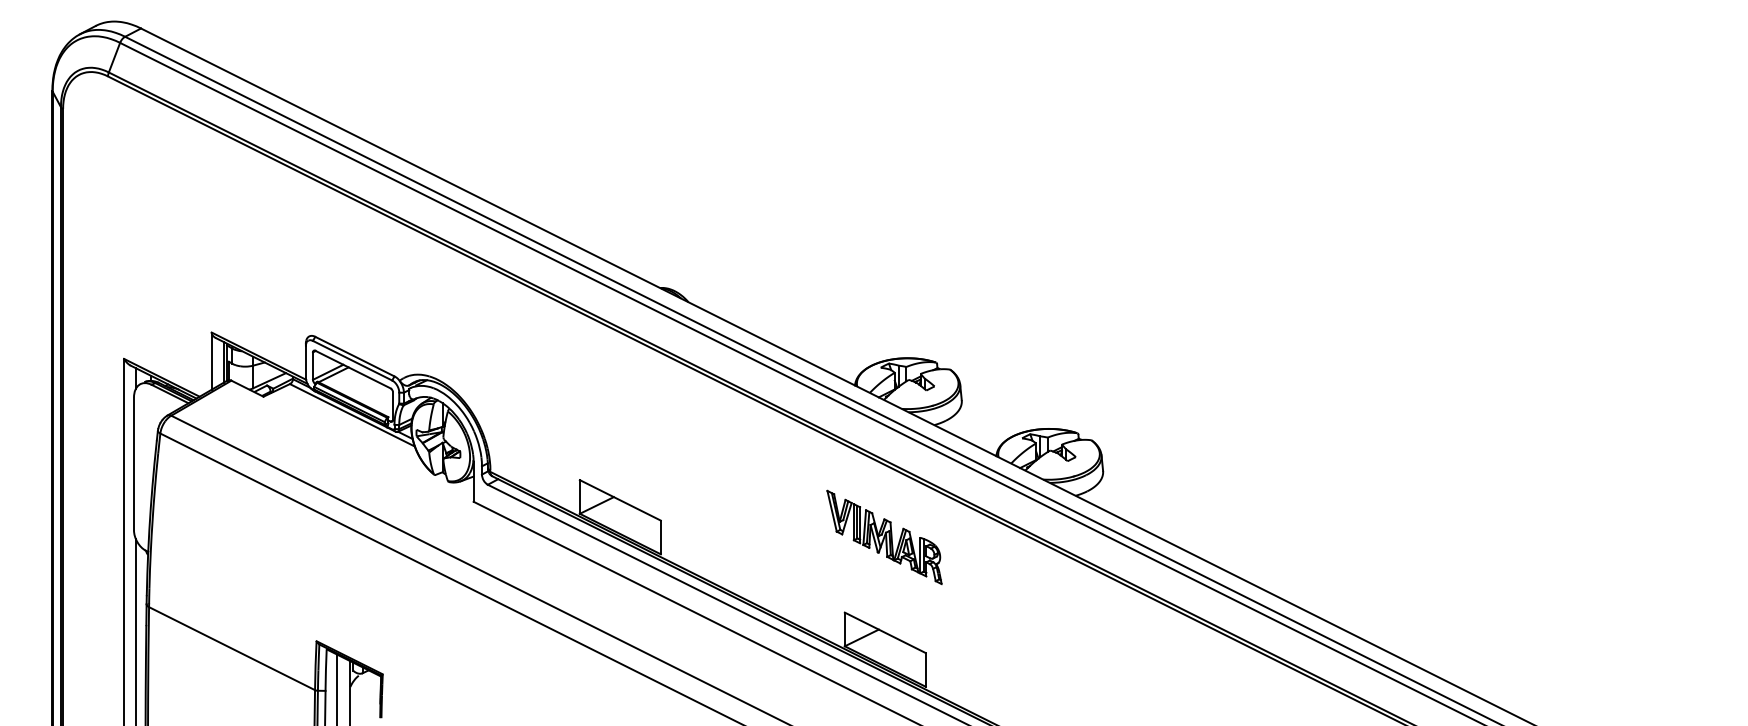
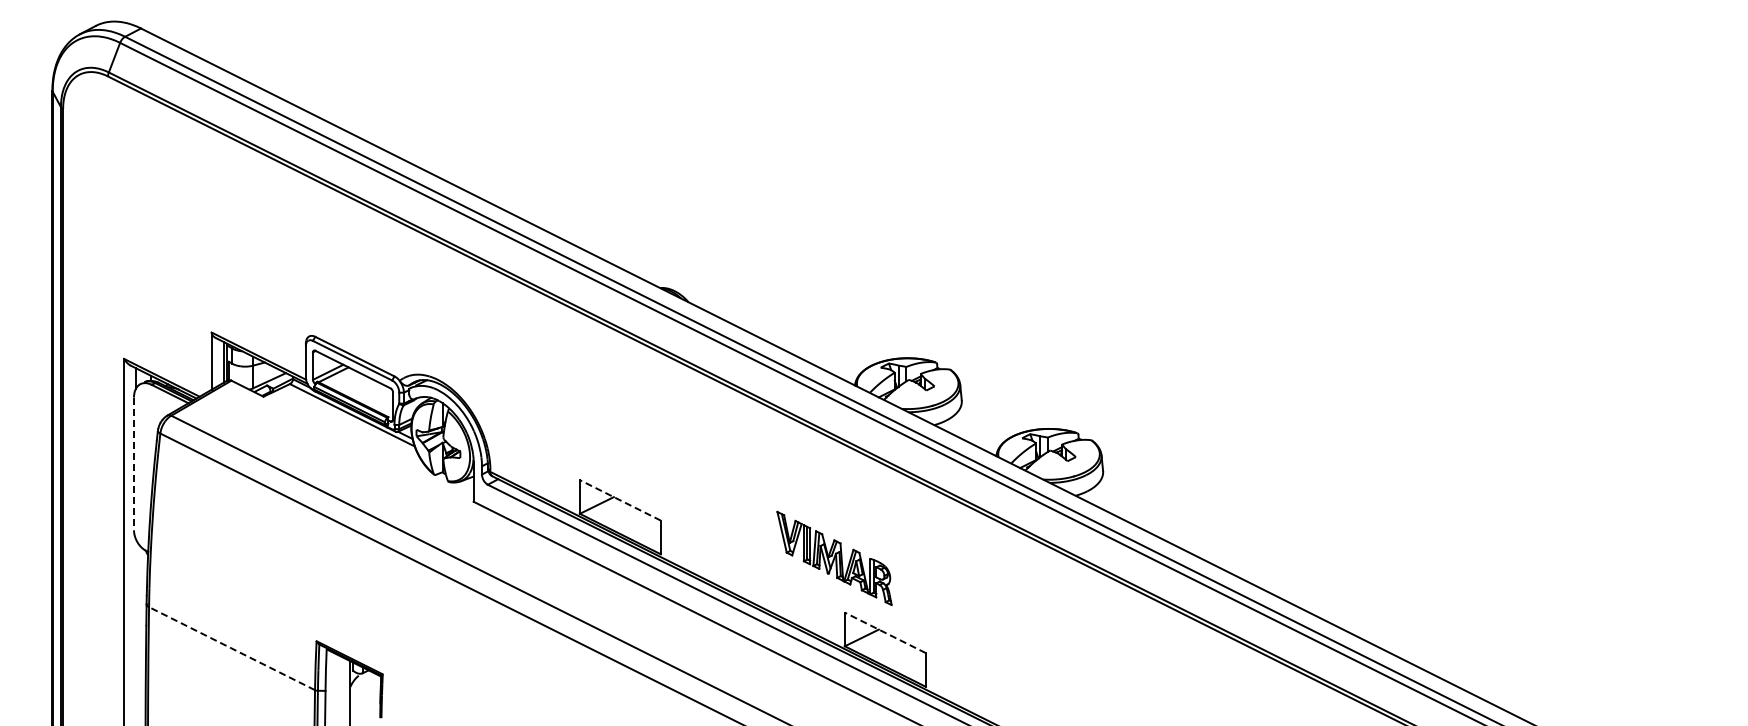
line at (133, 464): solid -> dashed
line at (619, 500): solid -> dashed
part at (884, 536) position: (884, 536) -> (834, 557)
line at (135, 630): present -> none
line at (884, 632): solid -> dashed
line at (232, 648): solid -> dashed
line at (336, 688): present -> none
